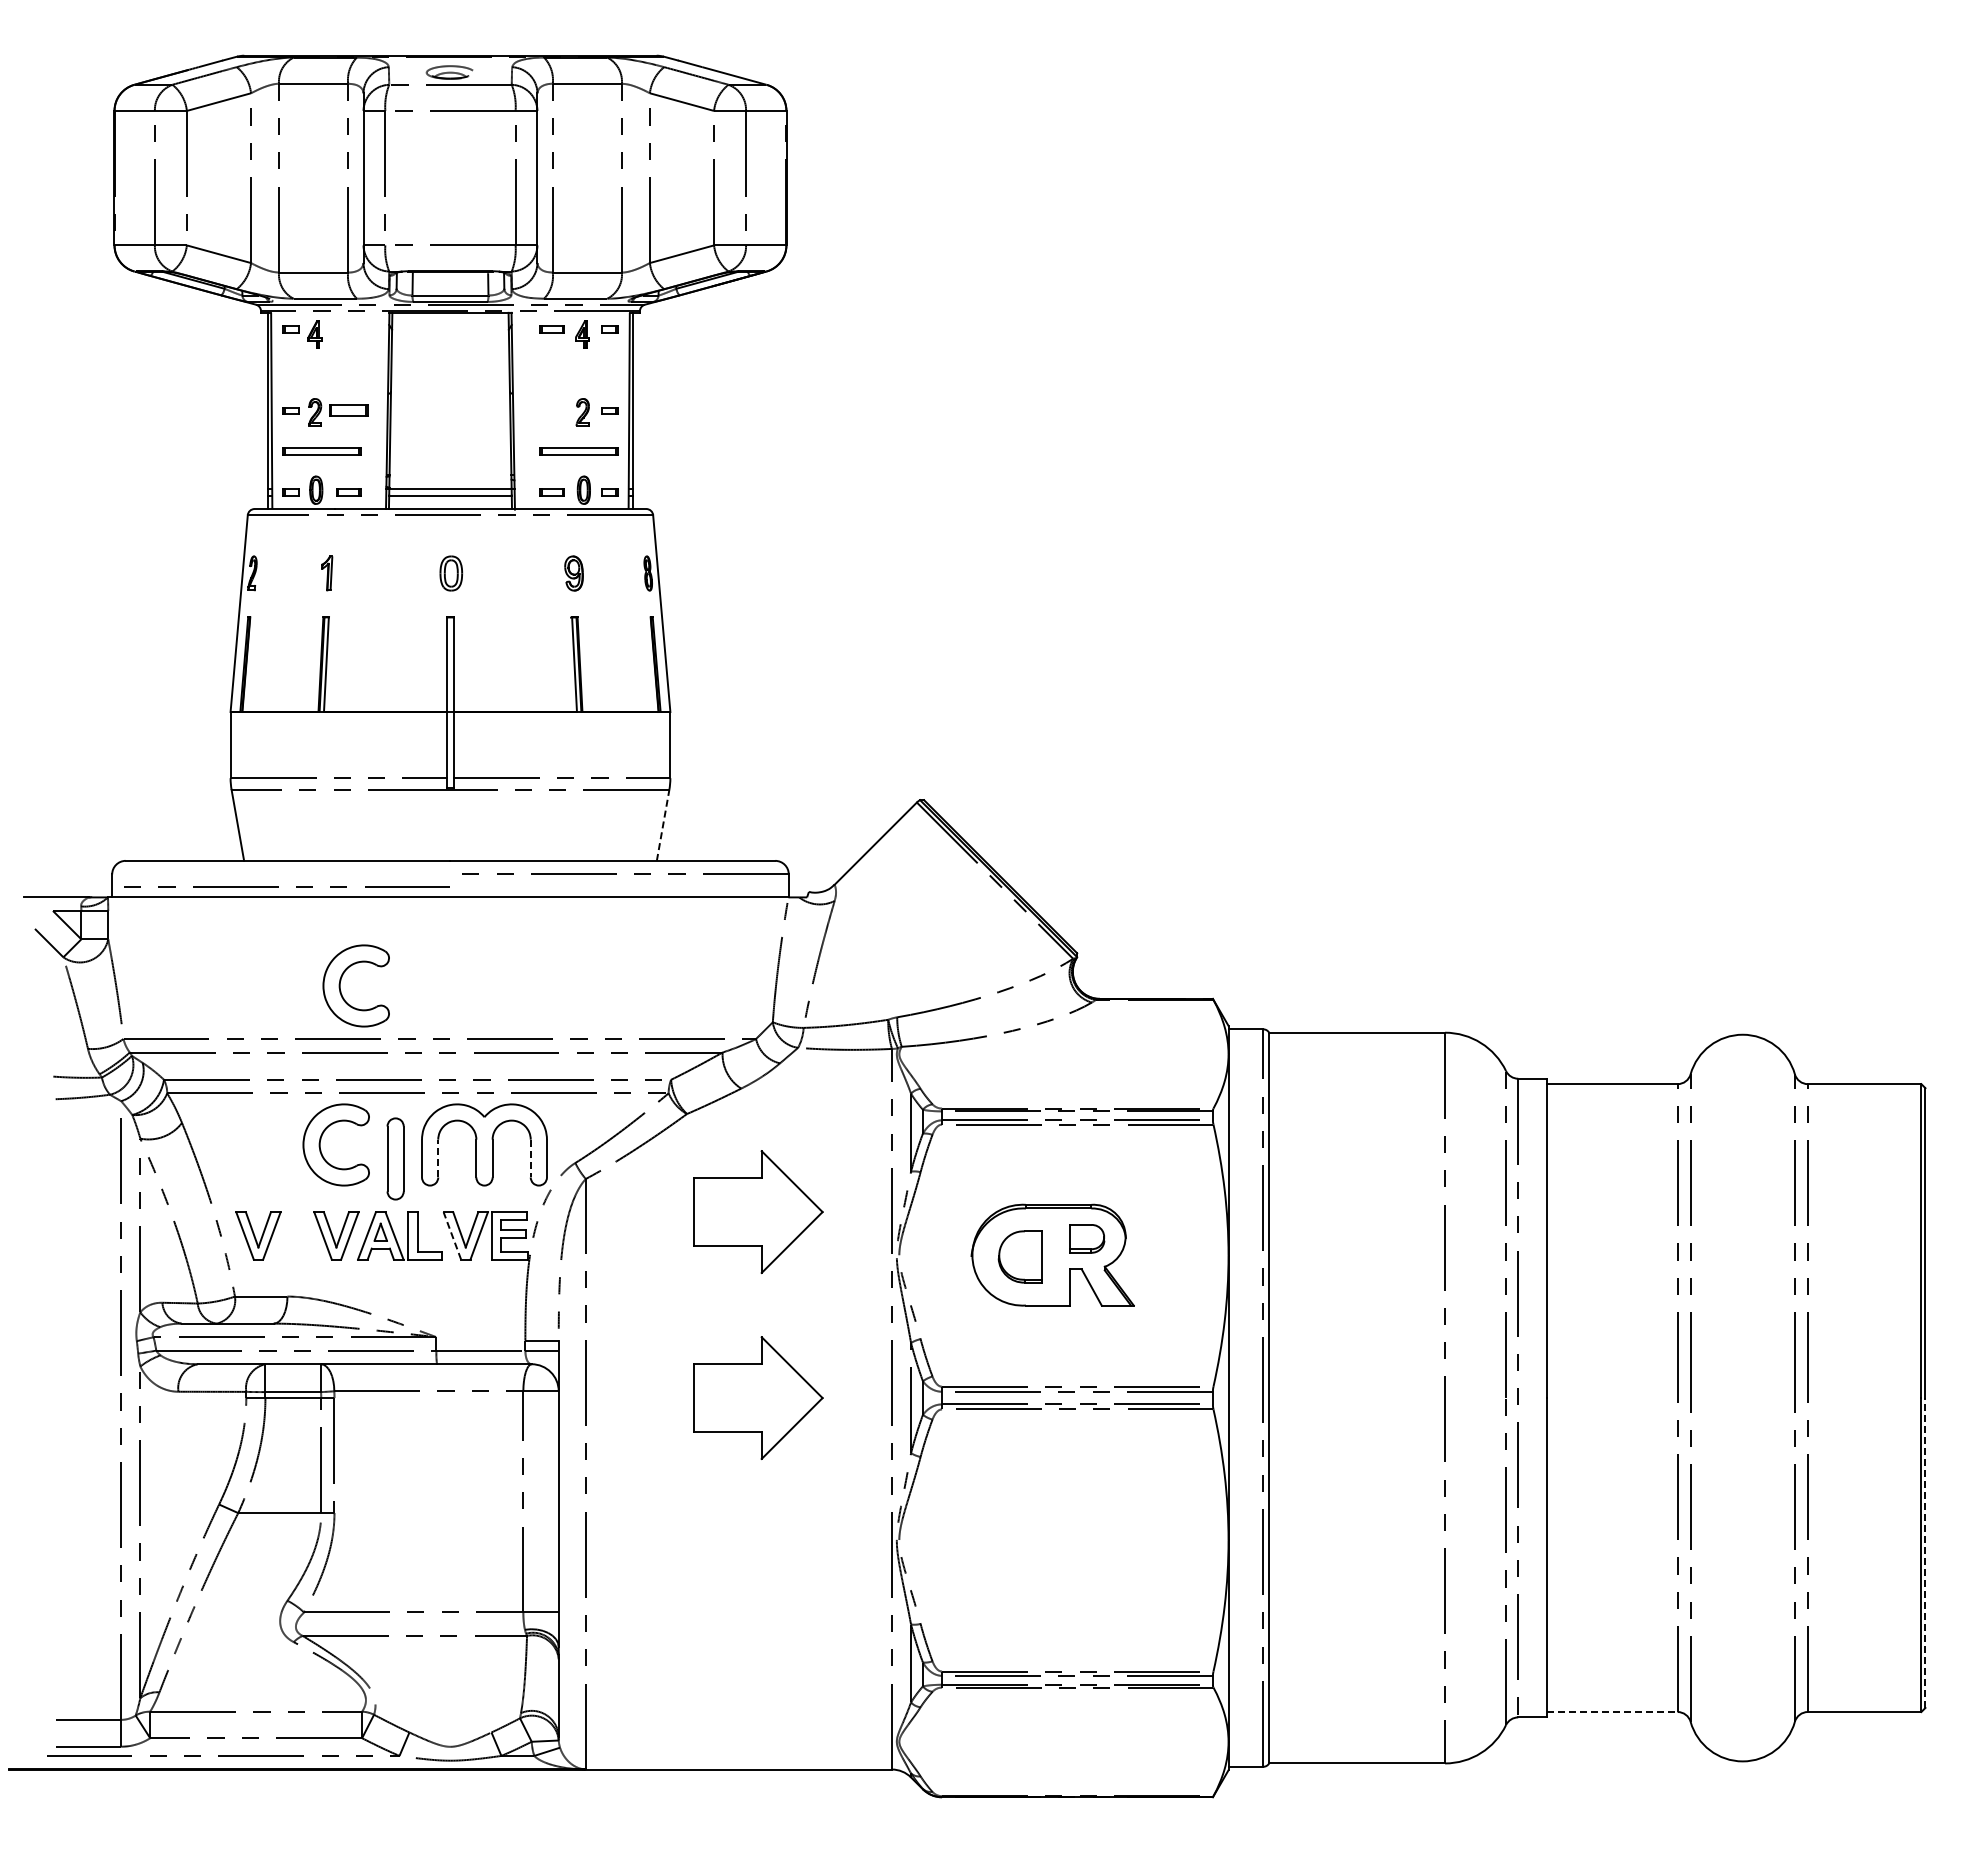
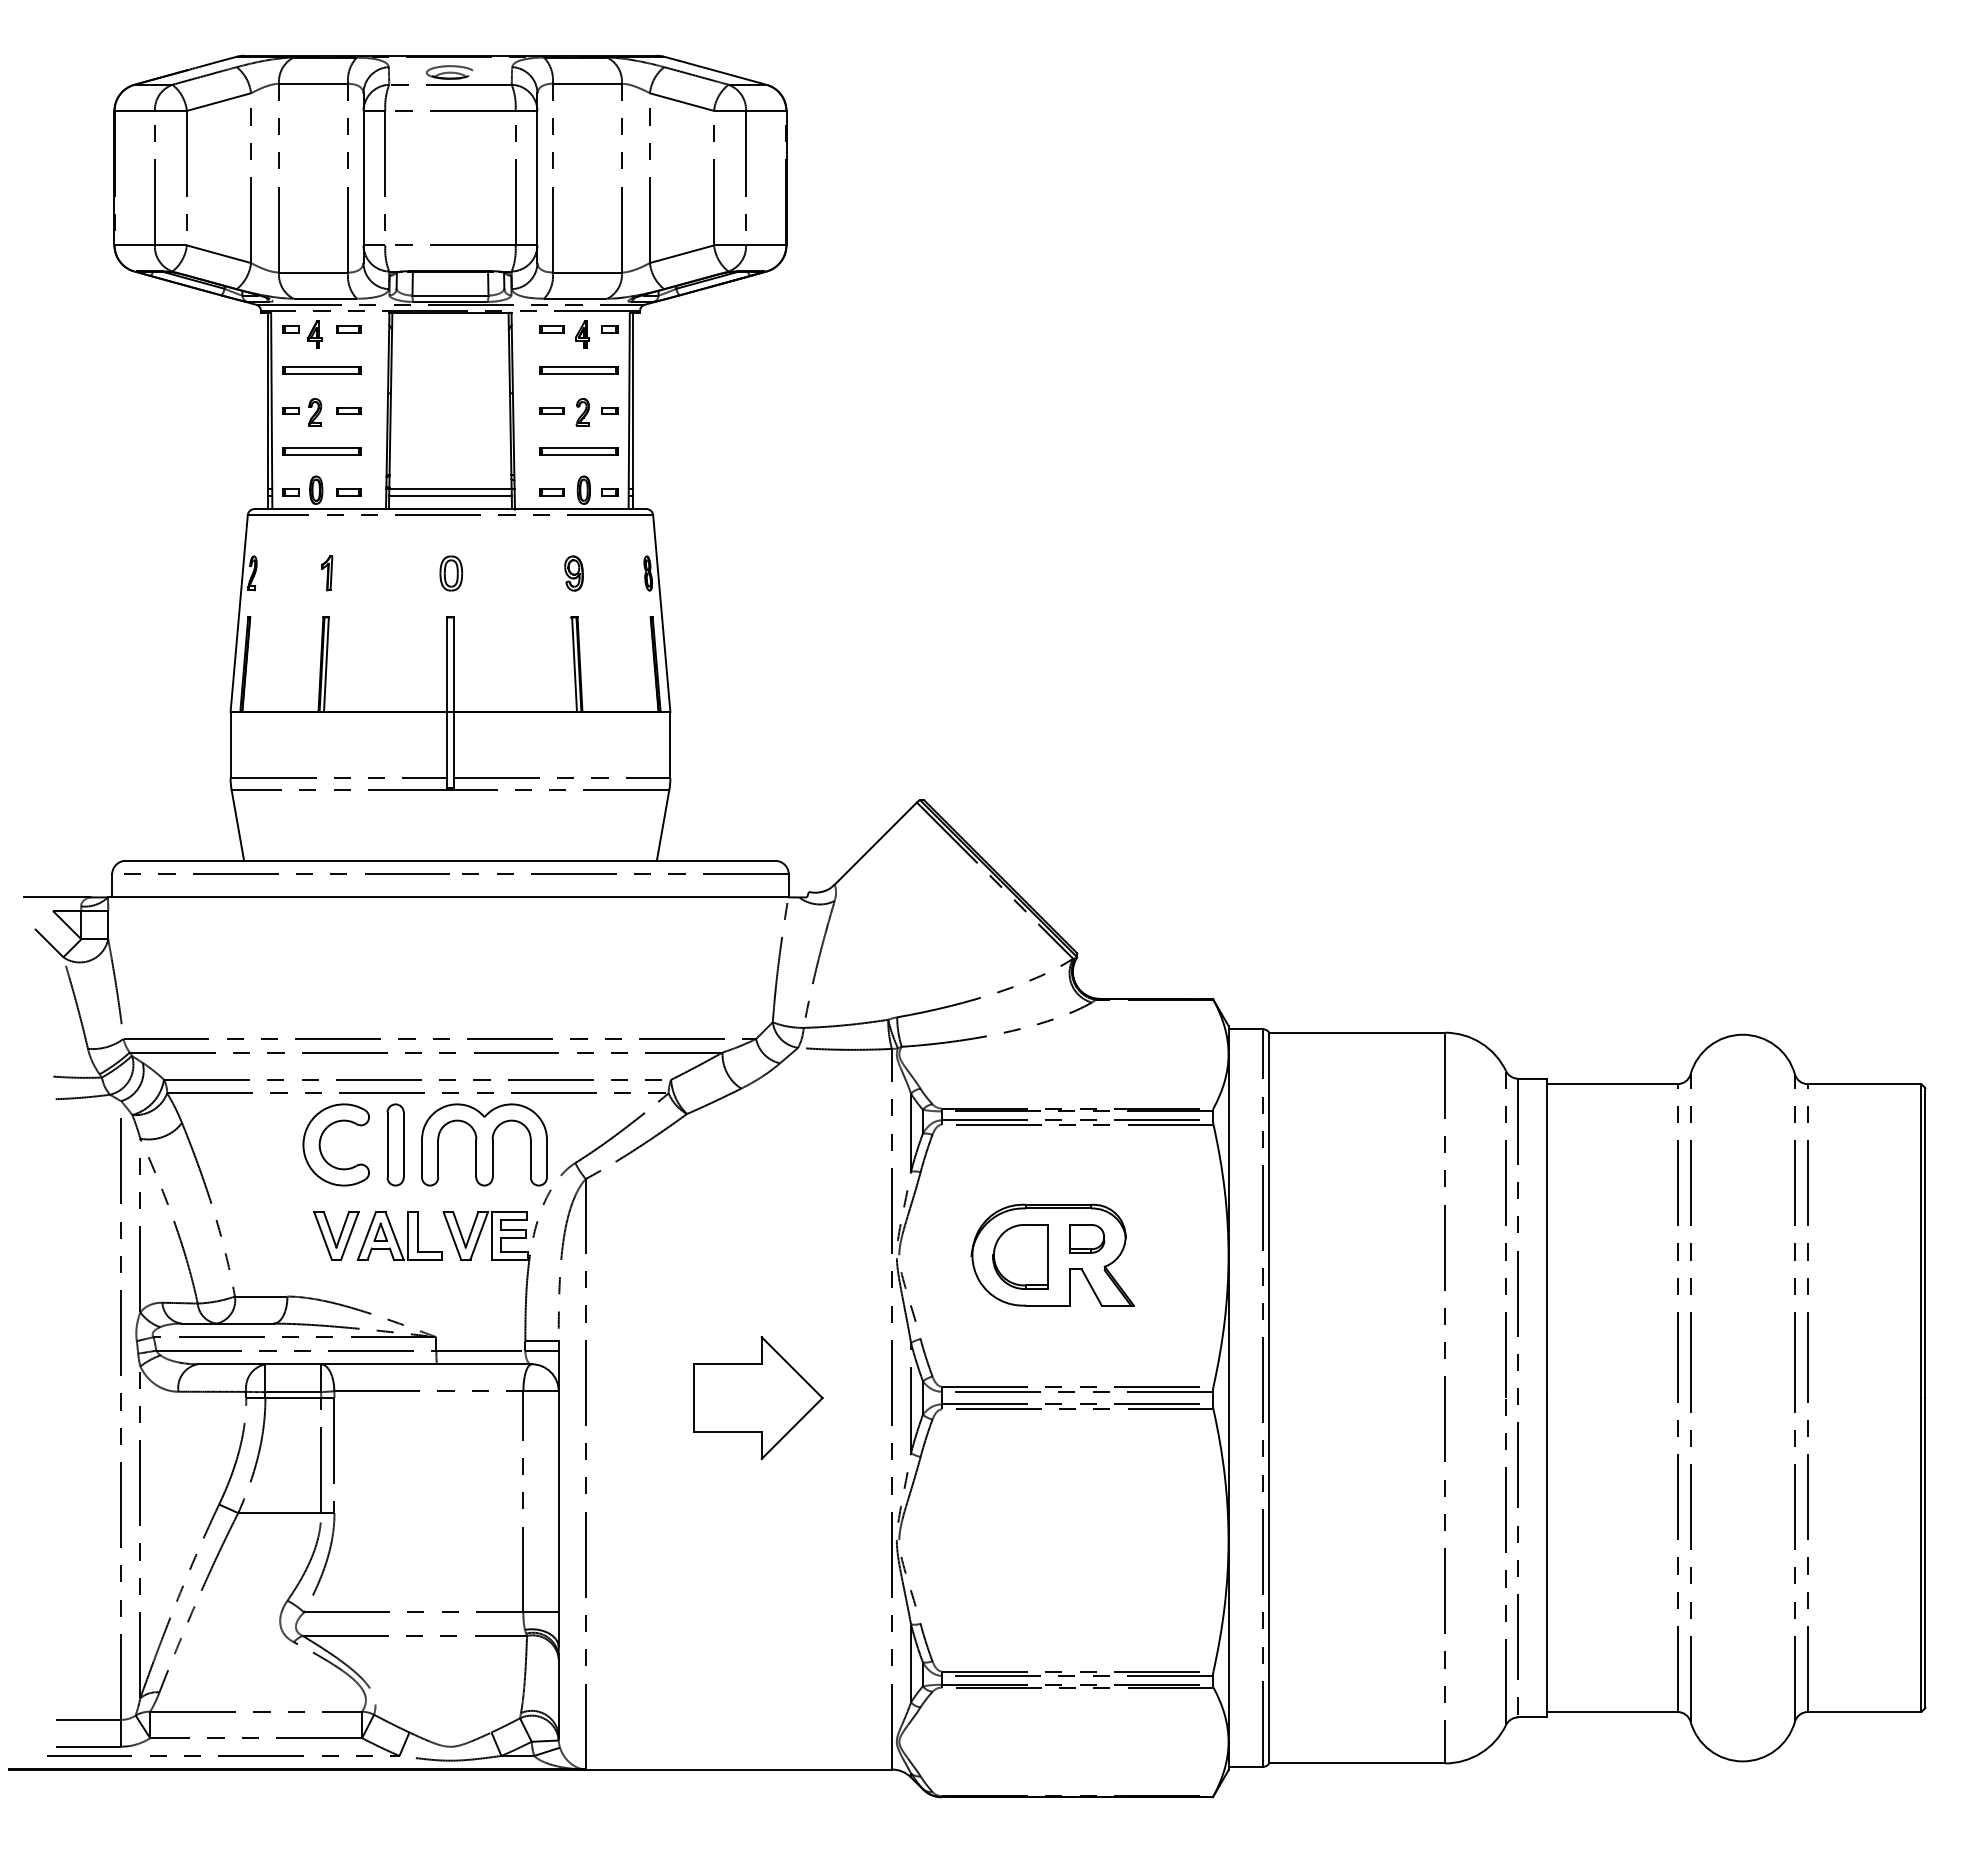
part at (348, 329): none -> present
part at (321, 370): none -> present
part at (578, 370): none -> present
part at (348, 410) size: 40x13 px -> 26x8 px
part at (551, 410): none -> present
line at (663, 824): dashed -> solid
line at (278, 886) position: (278, 886) -> (278, 873)
part at (341, 980): present -> none
part at (395, 1158) position: (395, 1158) -> (395, 1144)
line at (438, 1158): dashed -> solid
line at (530, 1158): dashed -> solid
part at (758, 1211): present -> none
part at (258, 1235): present -> none
line at (452, 1235): dashed -> solid
part at (1019, 1256) size: 46x54 px -> 57x66 px
line at (1925, 1553): dashed -> solid
line at (1612, 1712): dashed -> solid
